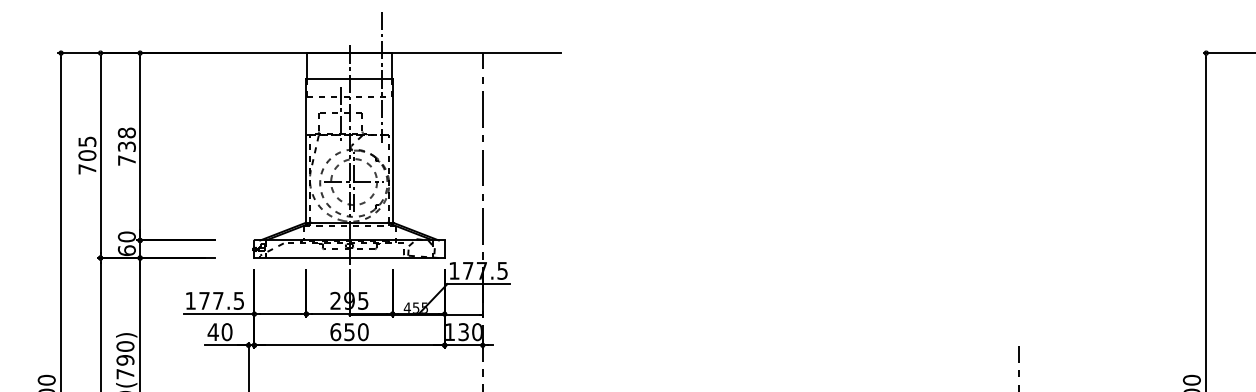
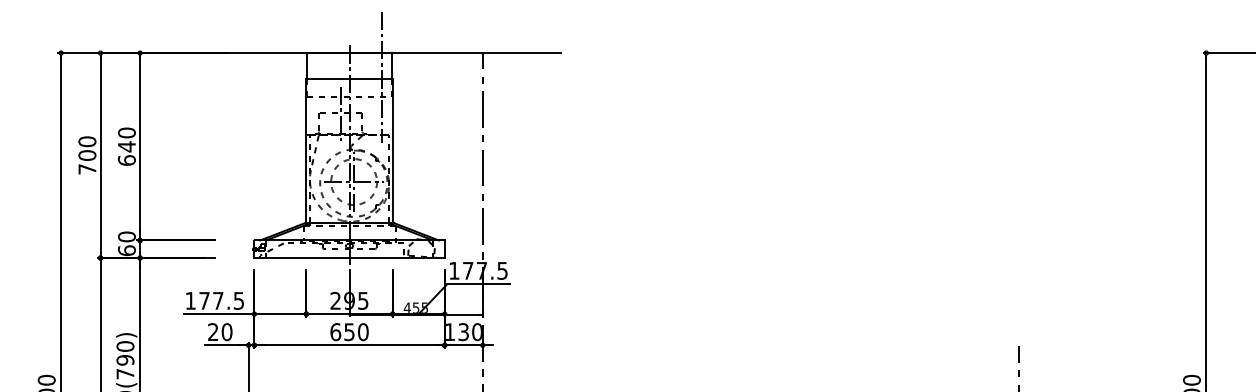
text at (87, 141): 705 -> 700
text at (126, 146): 738 -> 640
text at (212, 331): 40 -> 20
